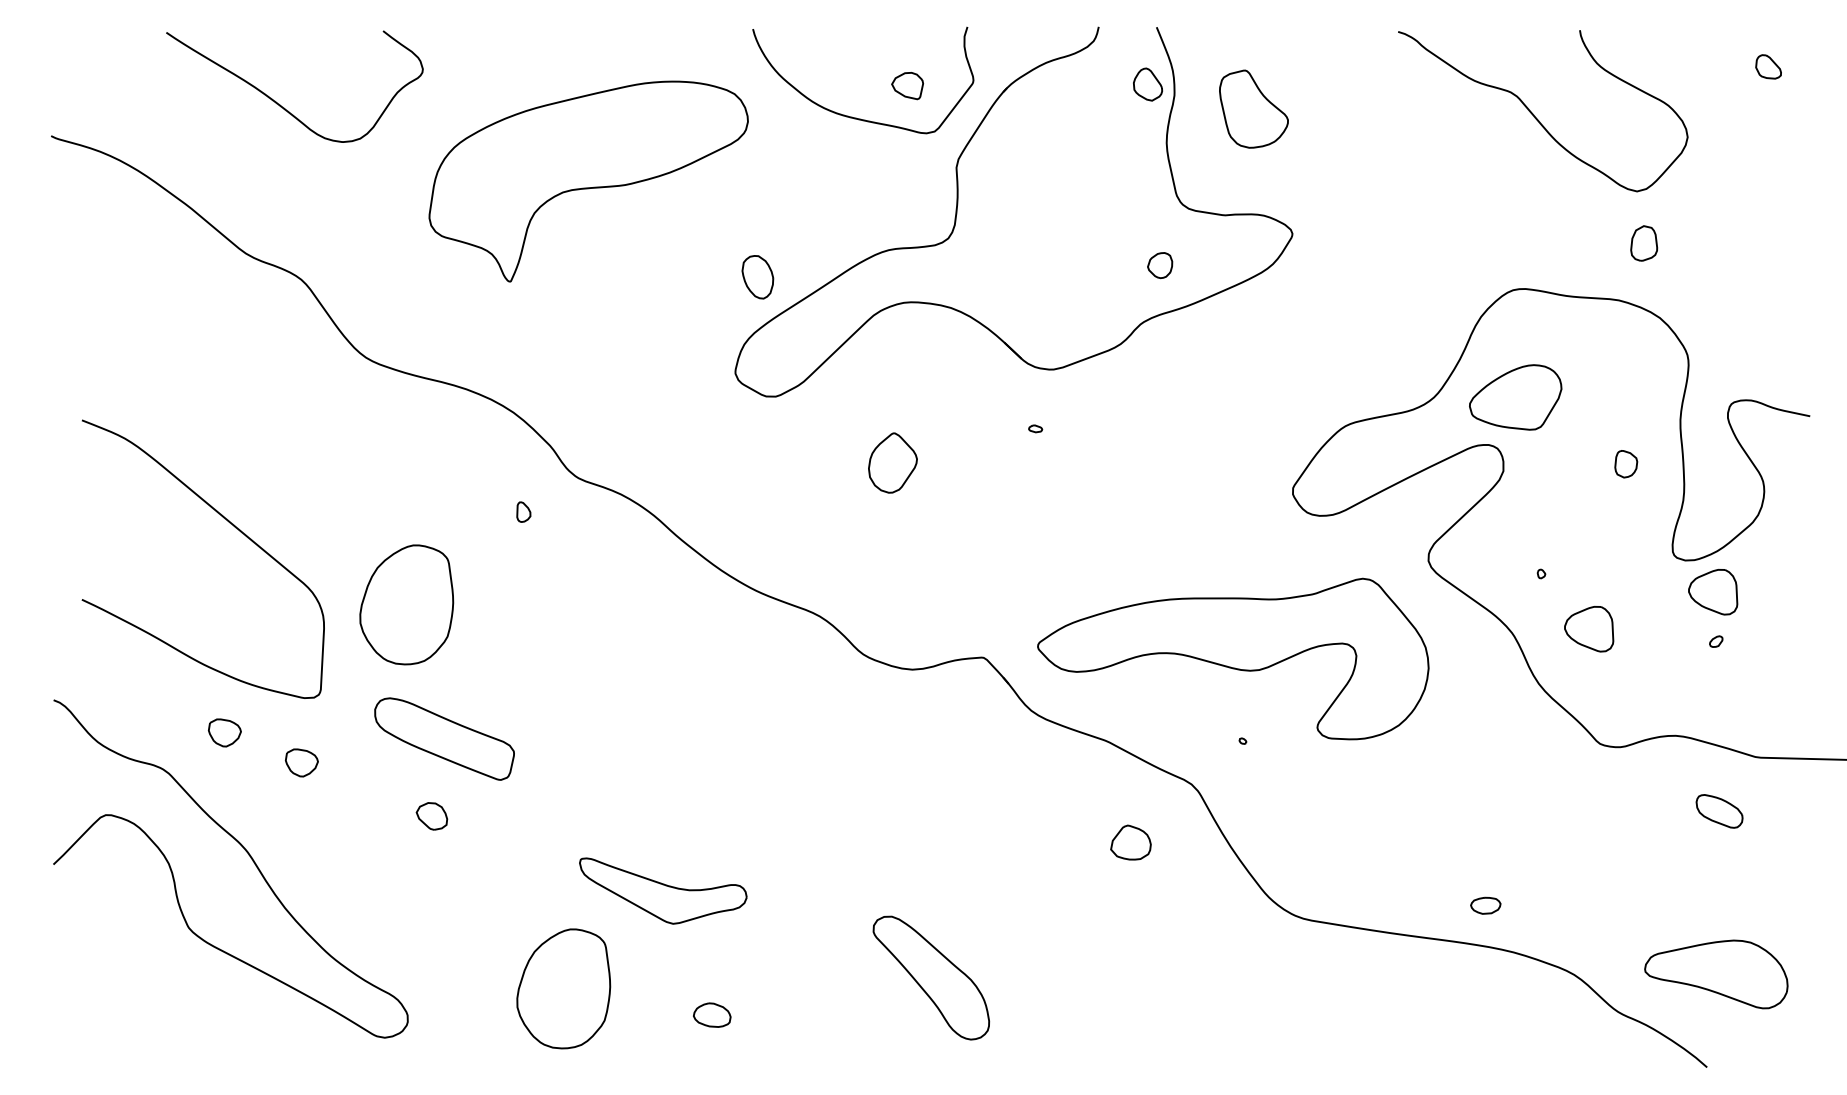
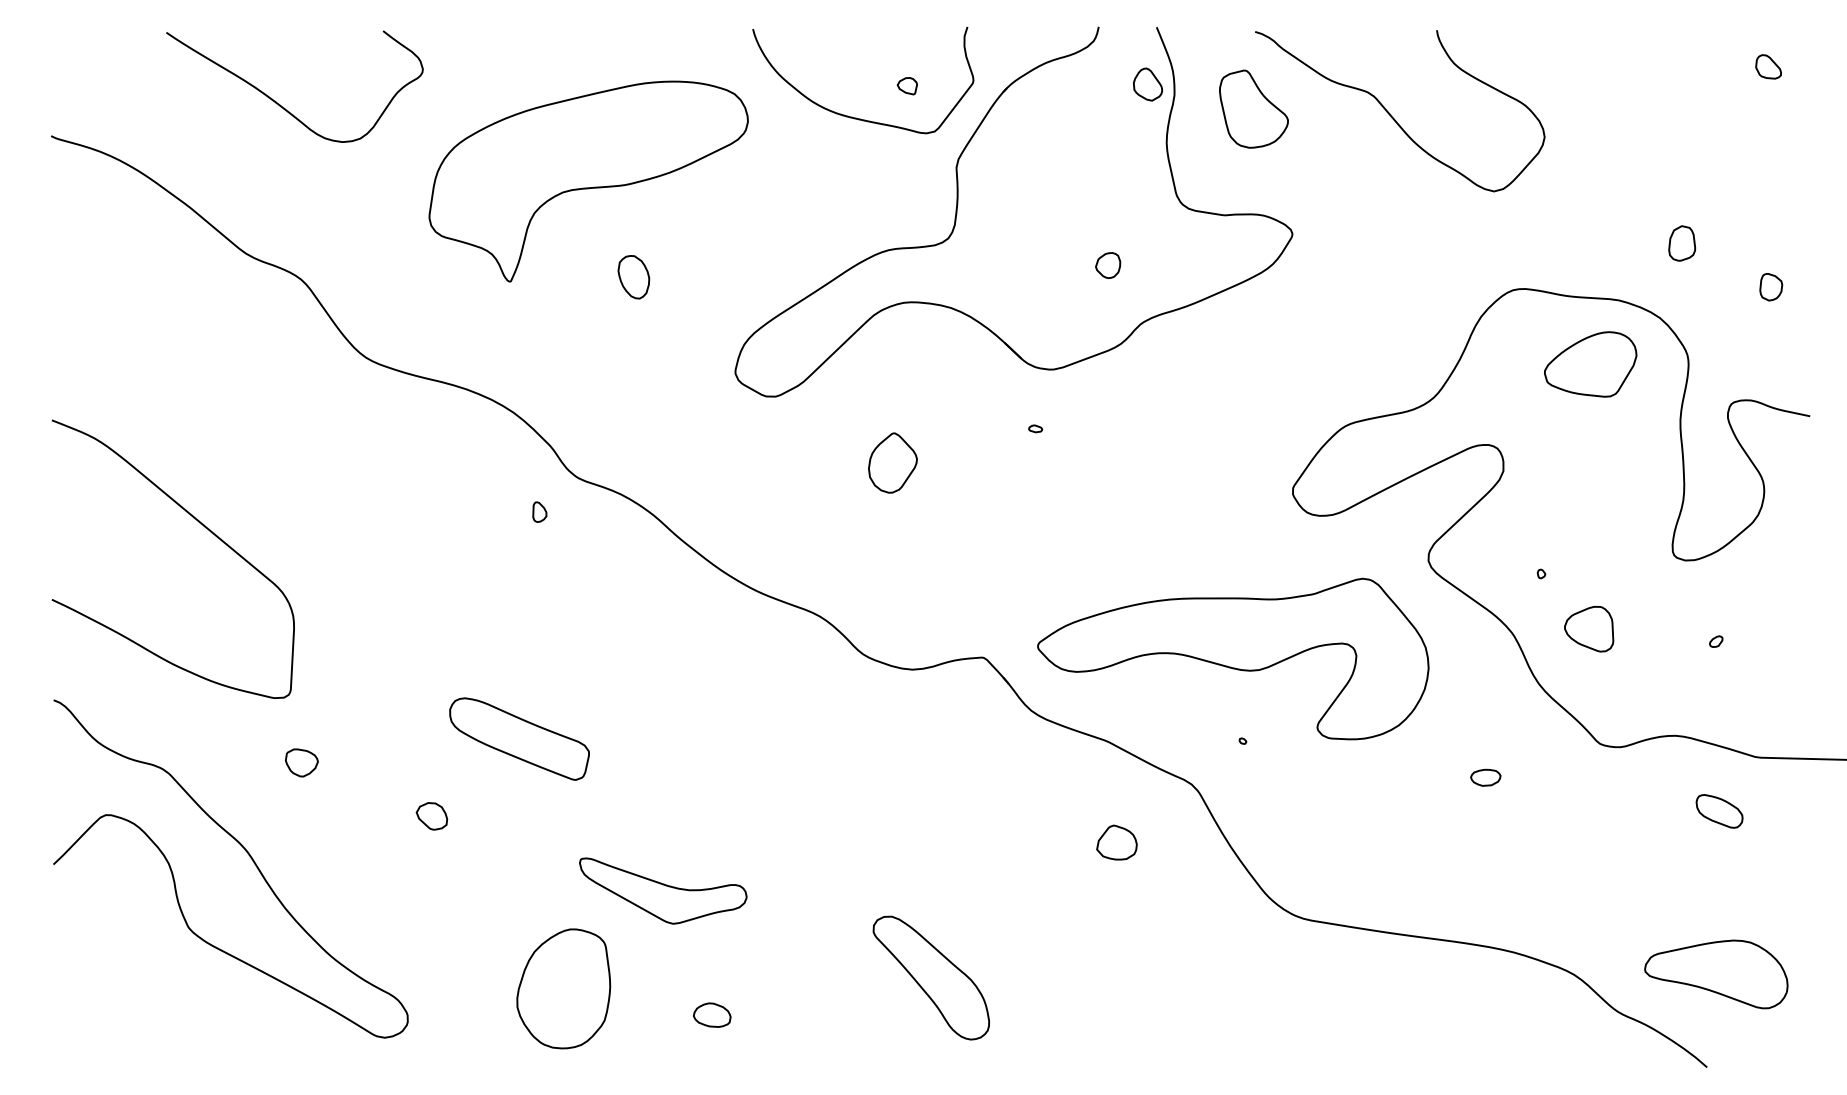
part at (907, 86) size: 33x29 px -> 22x19 px
curve at (1536, 117) position: (1536, 117) -> (1393, 117)
part at (1644, 243) position: (1644, 243) -> (1682, 243)
part at (1160, 265) position: (1160, 265) -> (1108, 265)
part at (757, 277) position: (757, 277) -> (633, 277)
part at (1515, 397) position: (1515, 397) -> (1590, 364)
part at (1626, 464) position: (1626, 464) -> (1771, 287)
part at (523, 511) position: (523, 511) -> (539, 511)
curve at (229, 523) position: (229, 523) -> (199, 523)
part at (1713, 592): present -> none
part at (406, 604): present -> none
part at (224, 732): present -> none
part at (444, 738) position: (444, 738) -> (519, 738)
part at (1130, 842) position: (1130, 842) -> (1116, 842)
part at (1485, 905) position: (1485, 905) -> (1485, 777)
